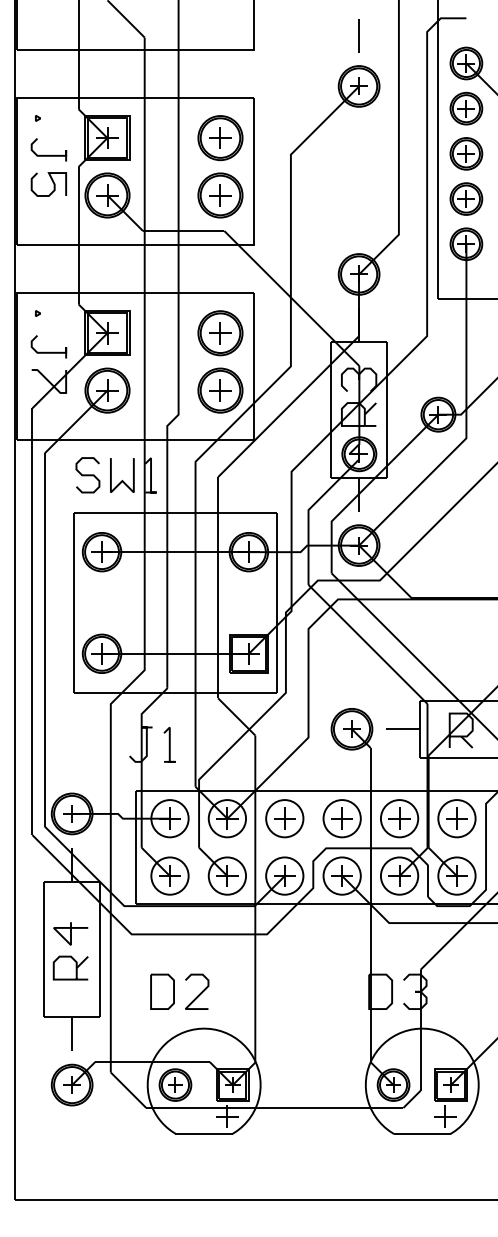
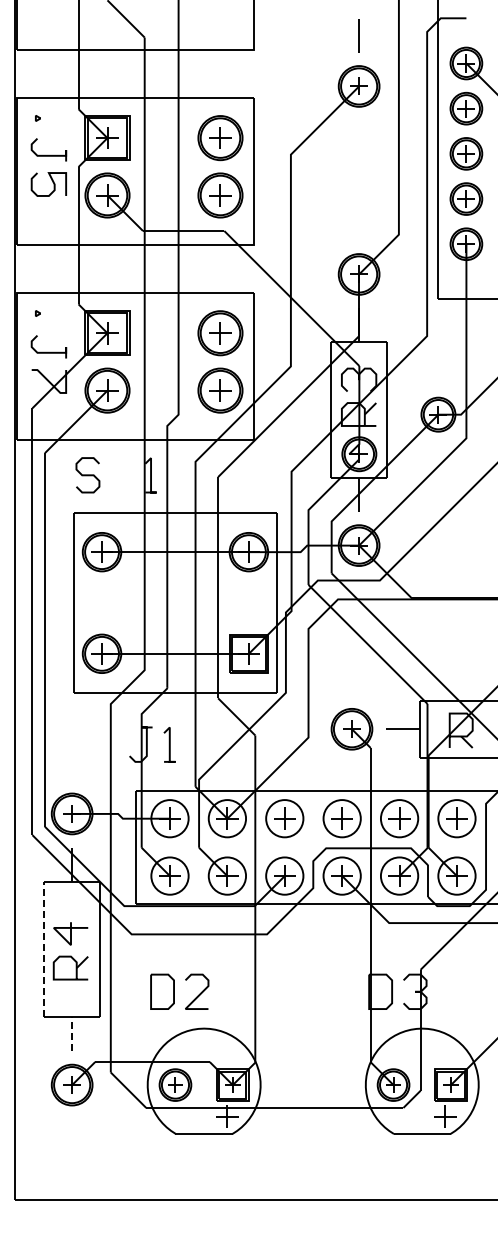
line at (122, 480): present -> none
line at (43, 949): solid -> dashed
line at (72, 1034): solid -> dashed
